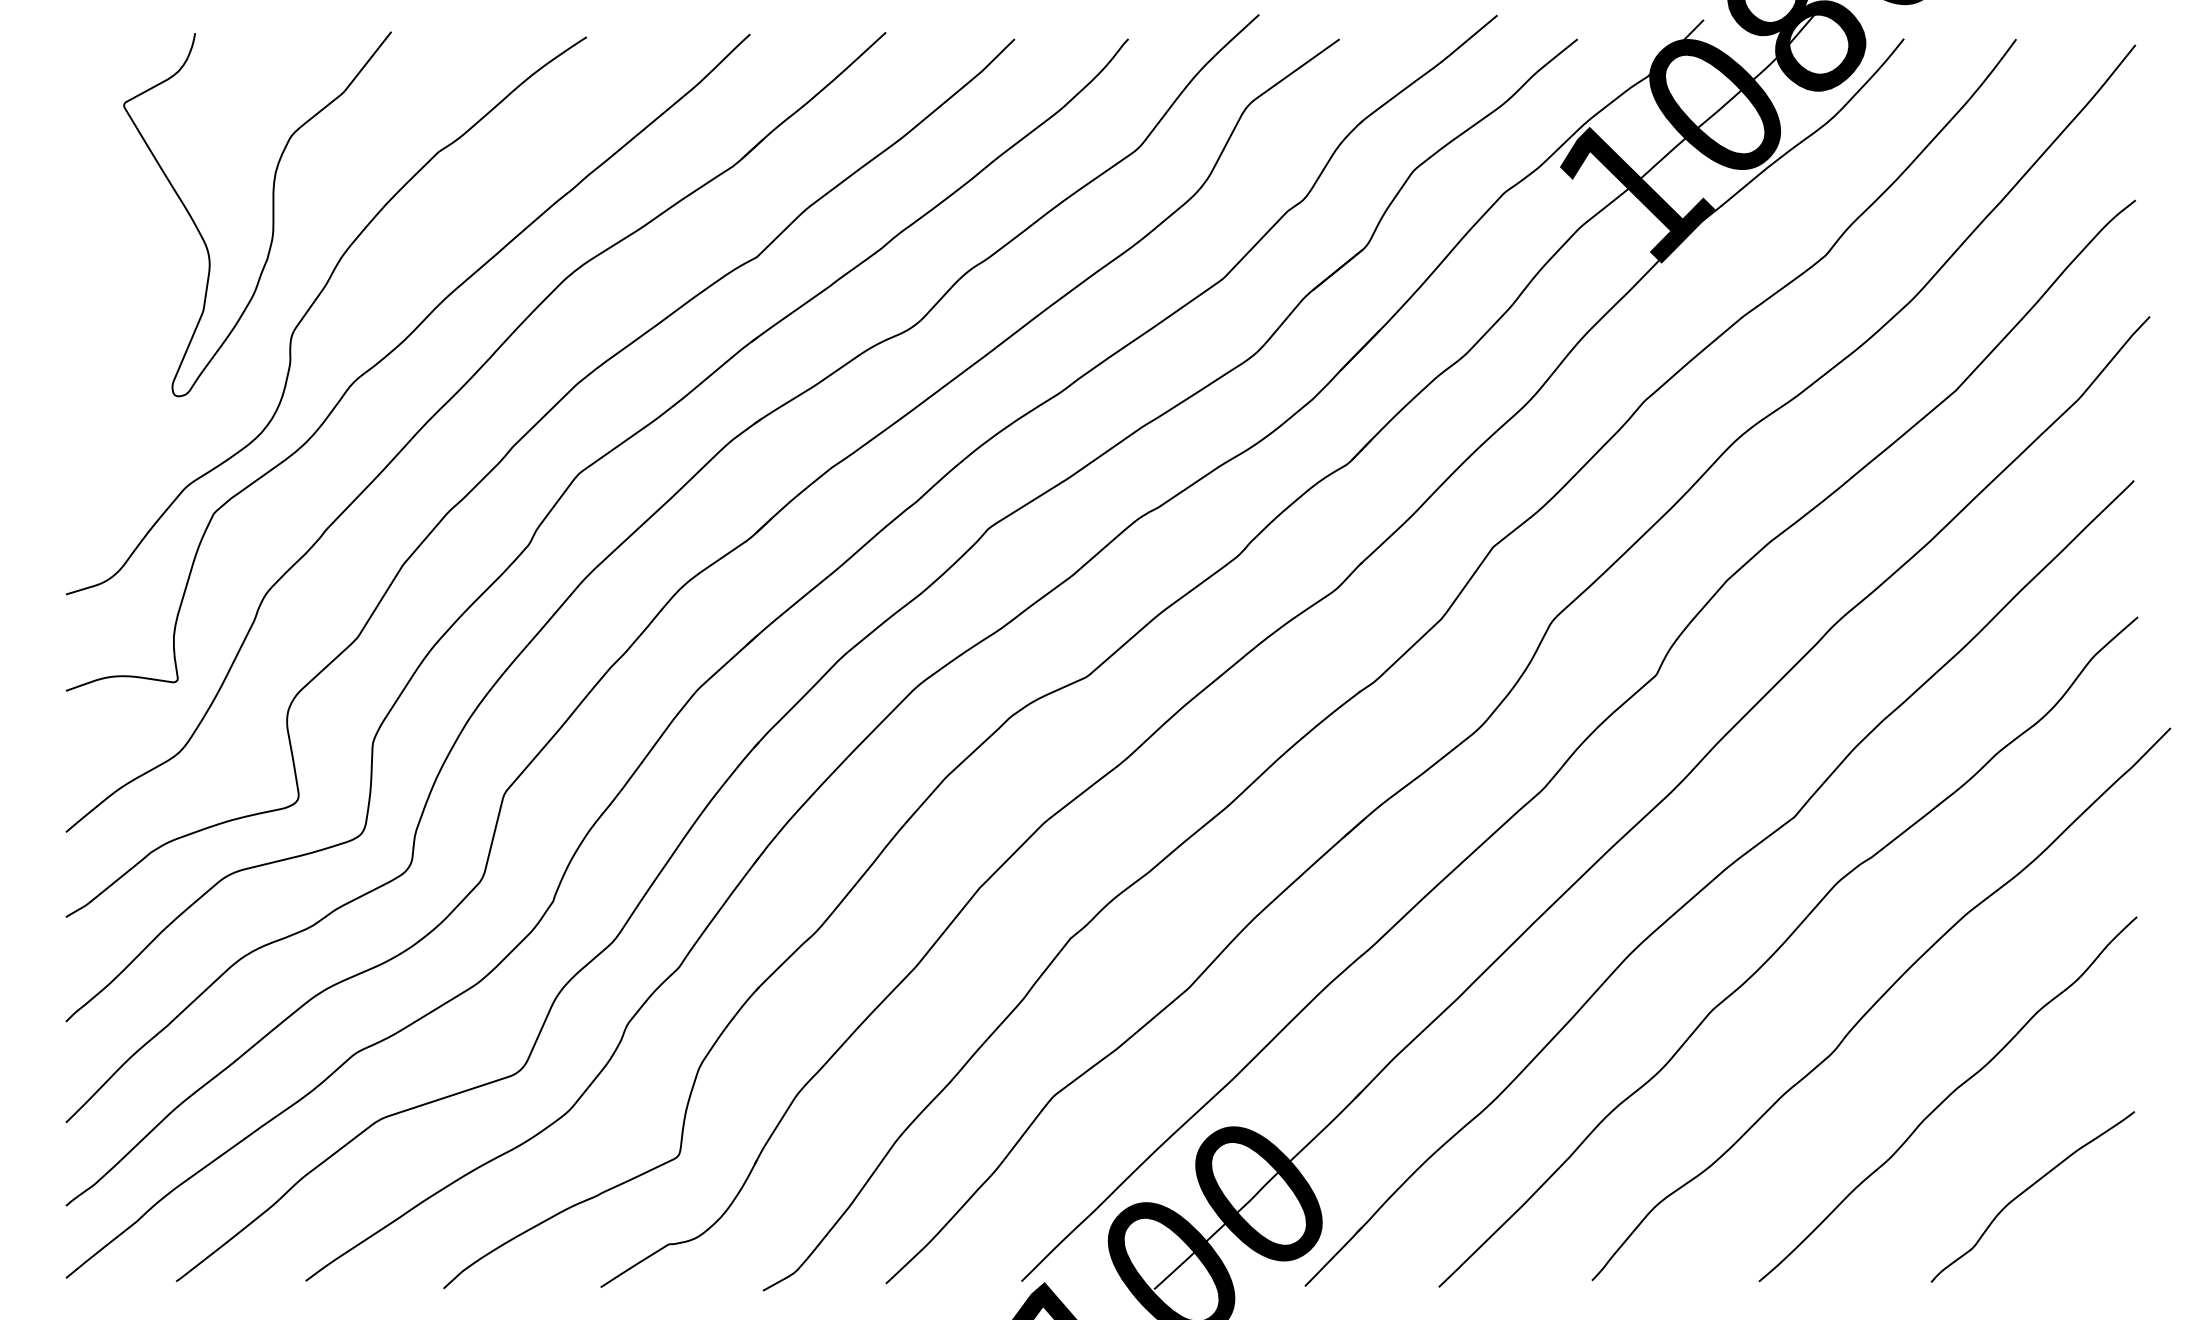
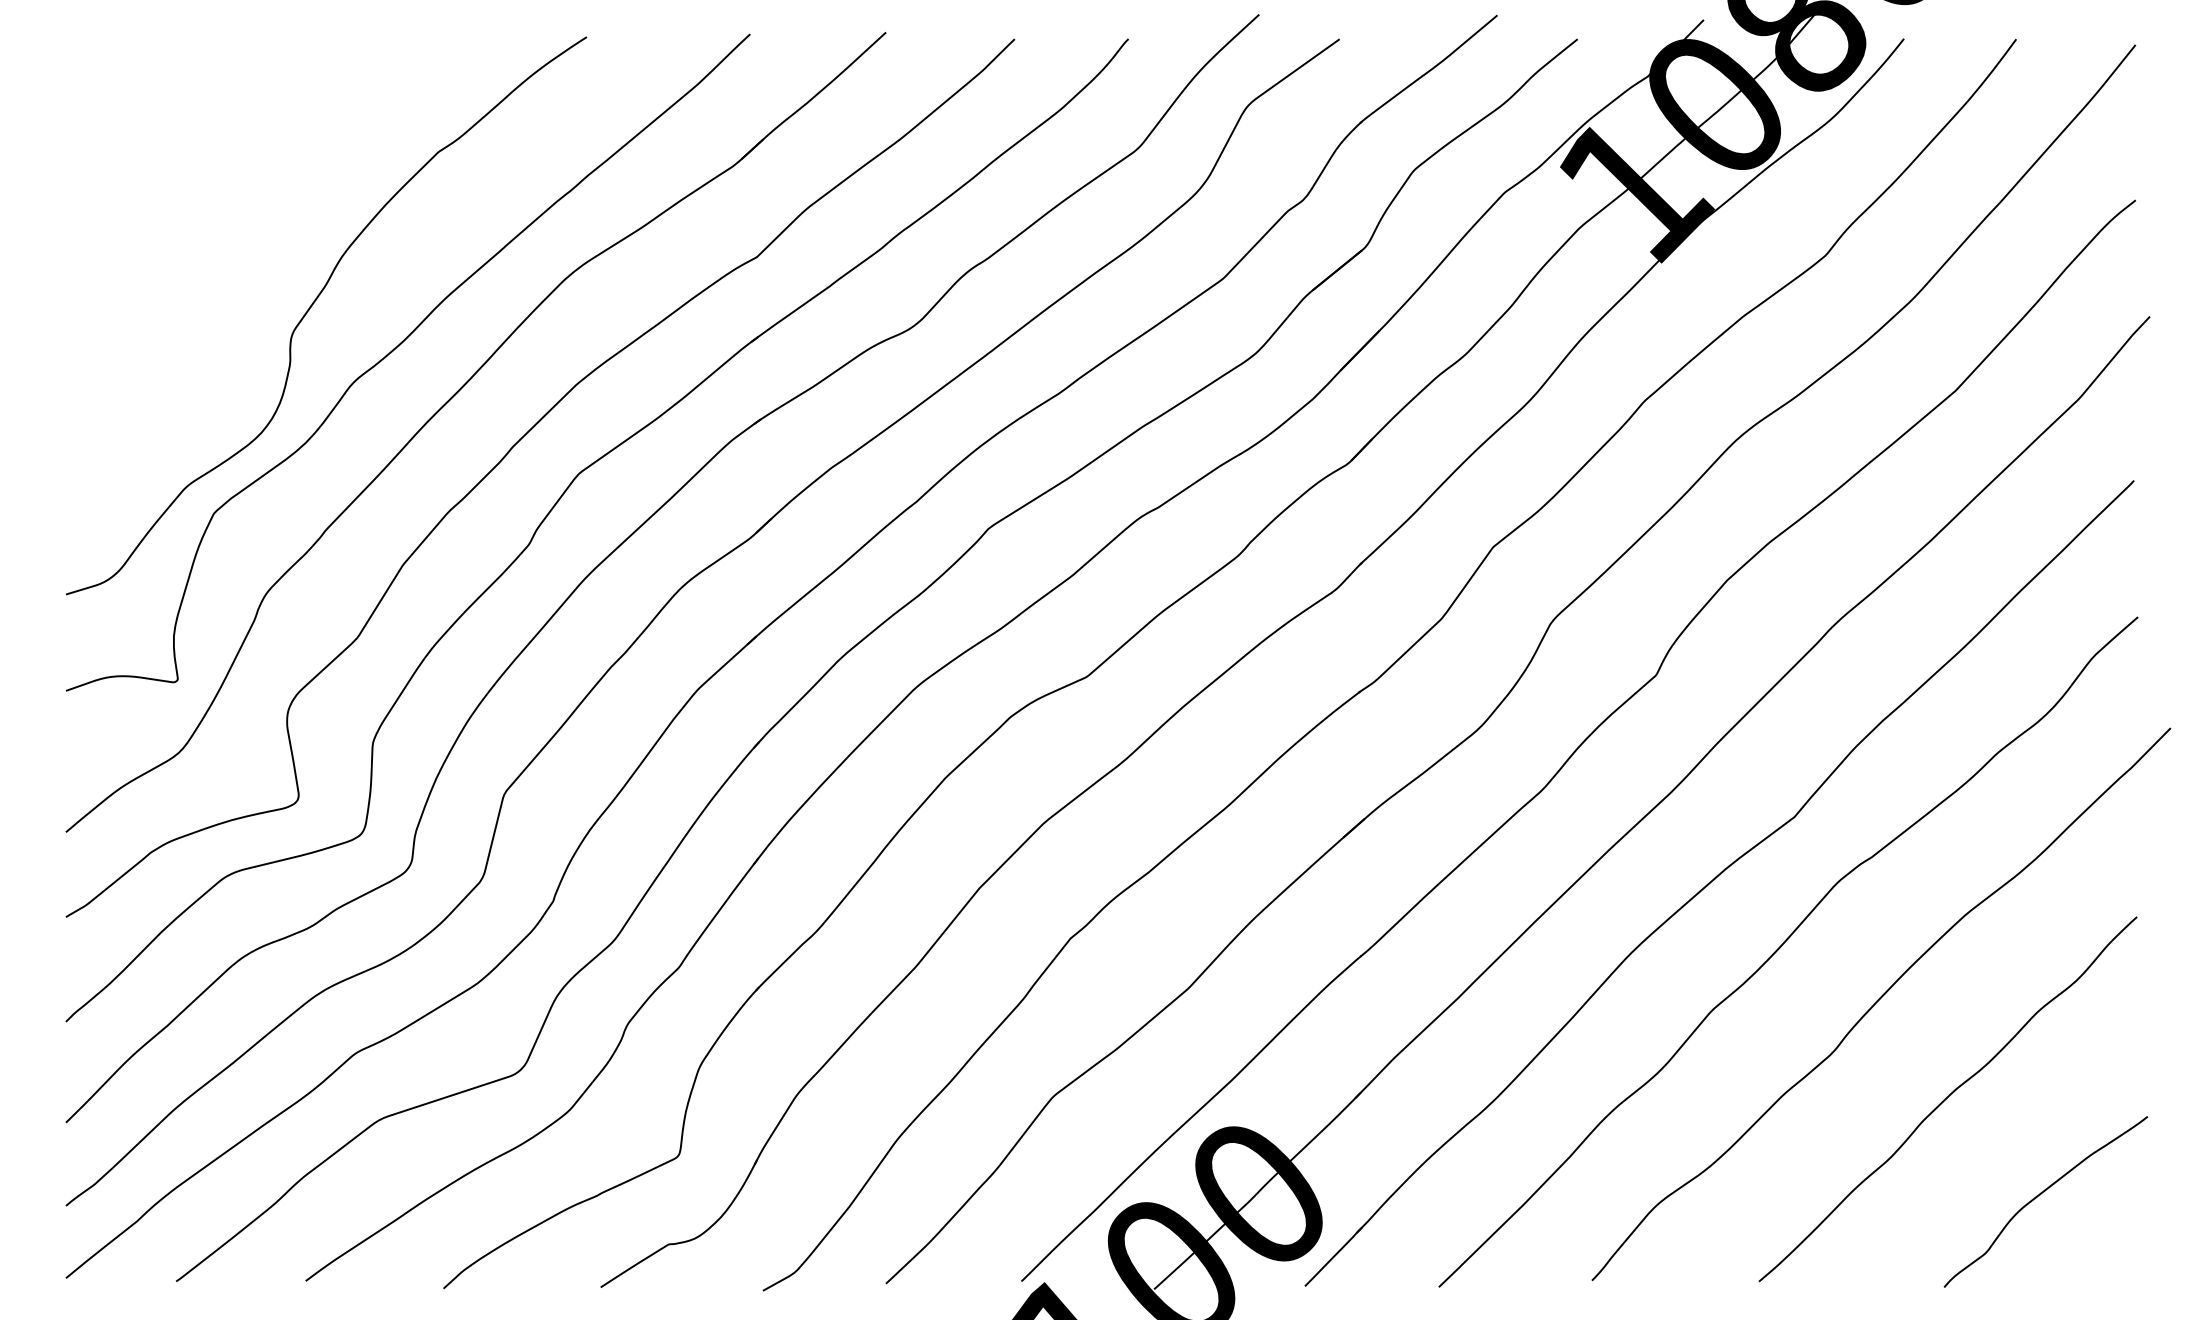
curve at (272, 214): present -> none
curve at (2027, 1190) position: (2027, 1190) -> (2040, 1195)
